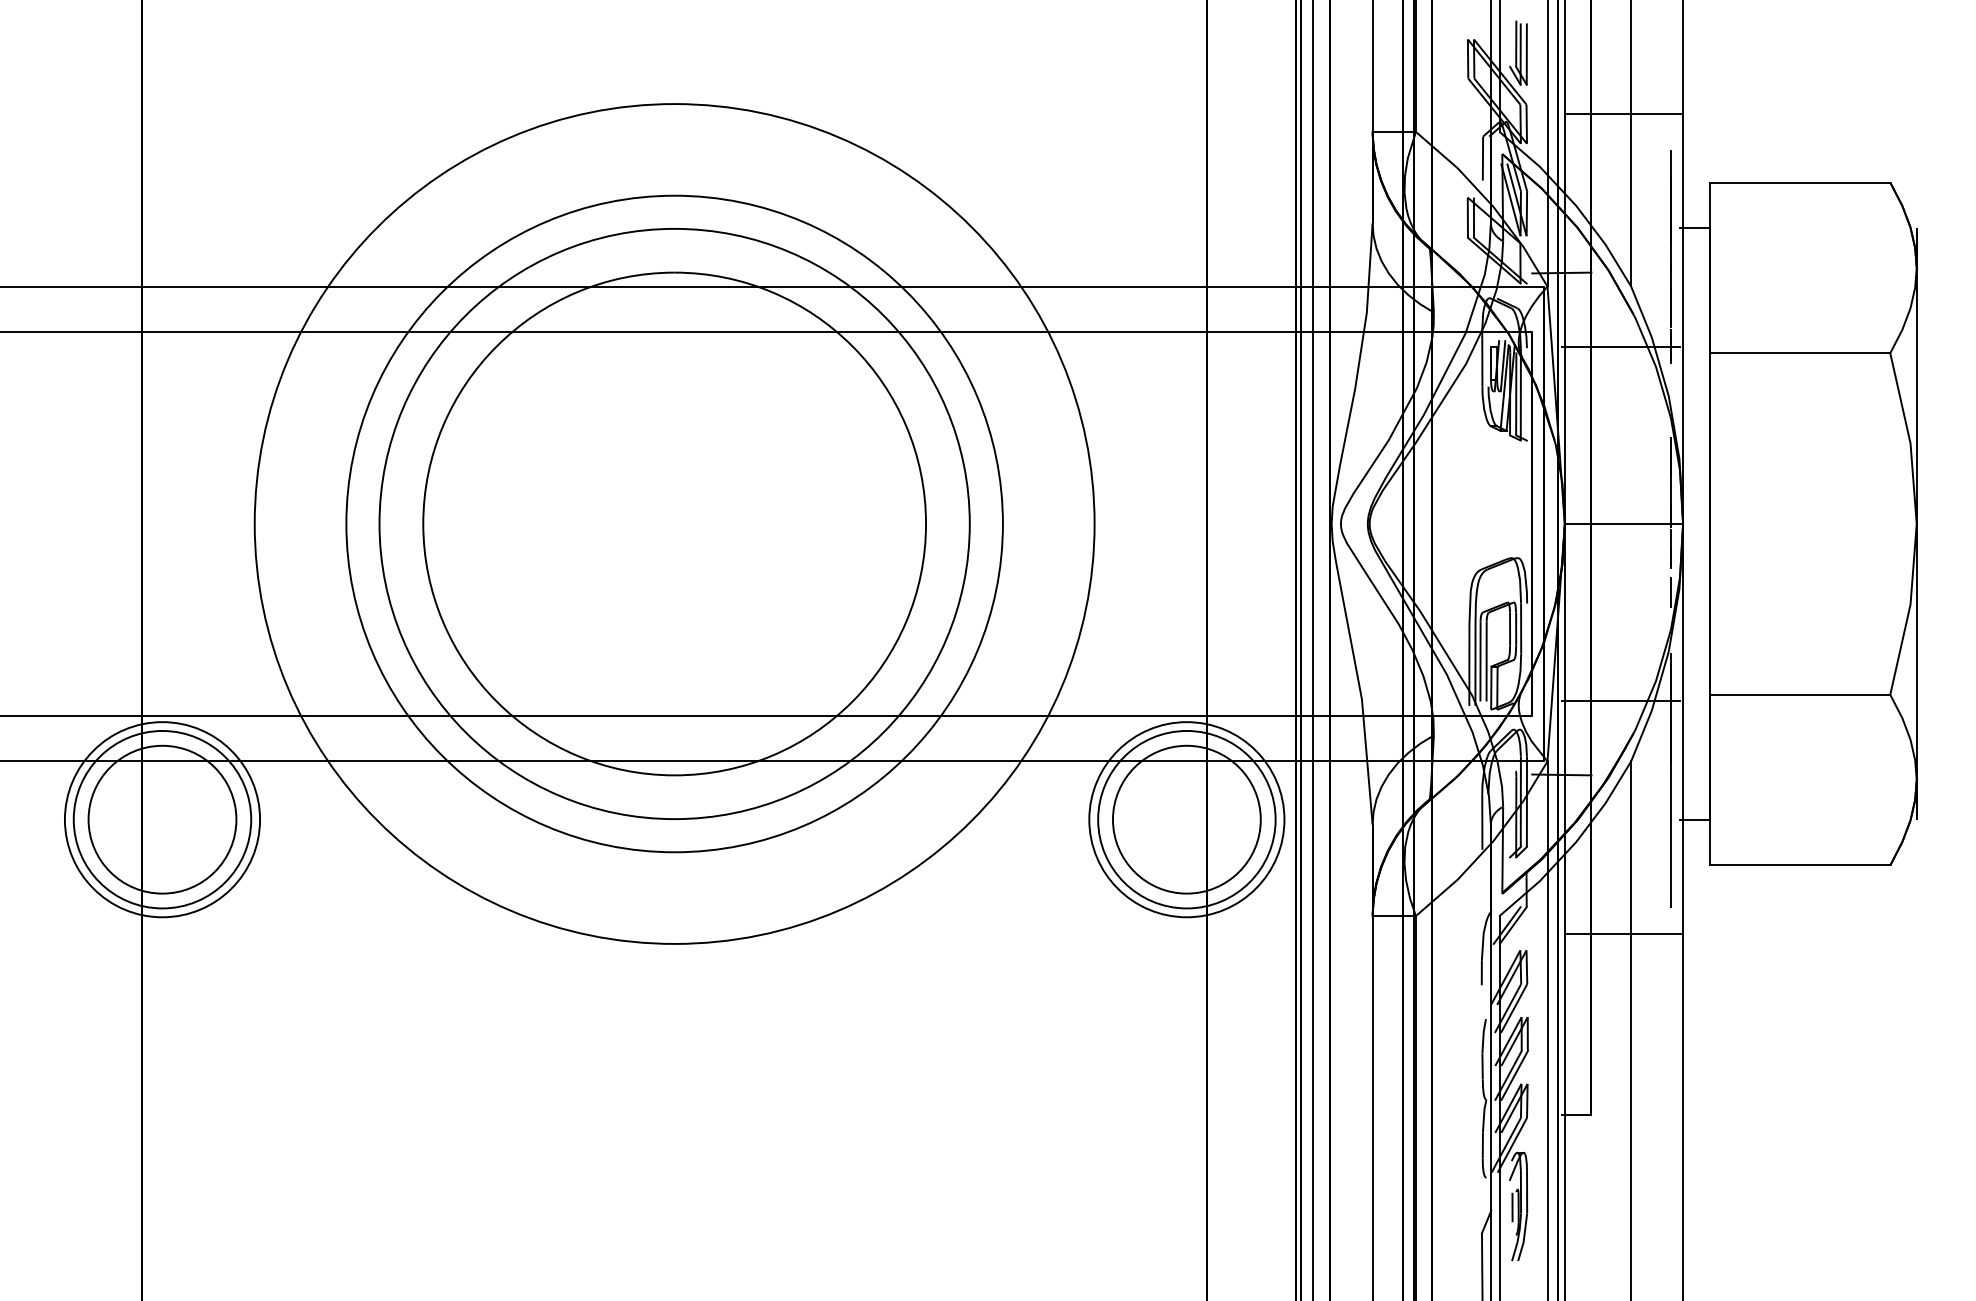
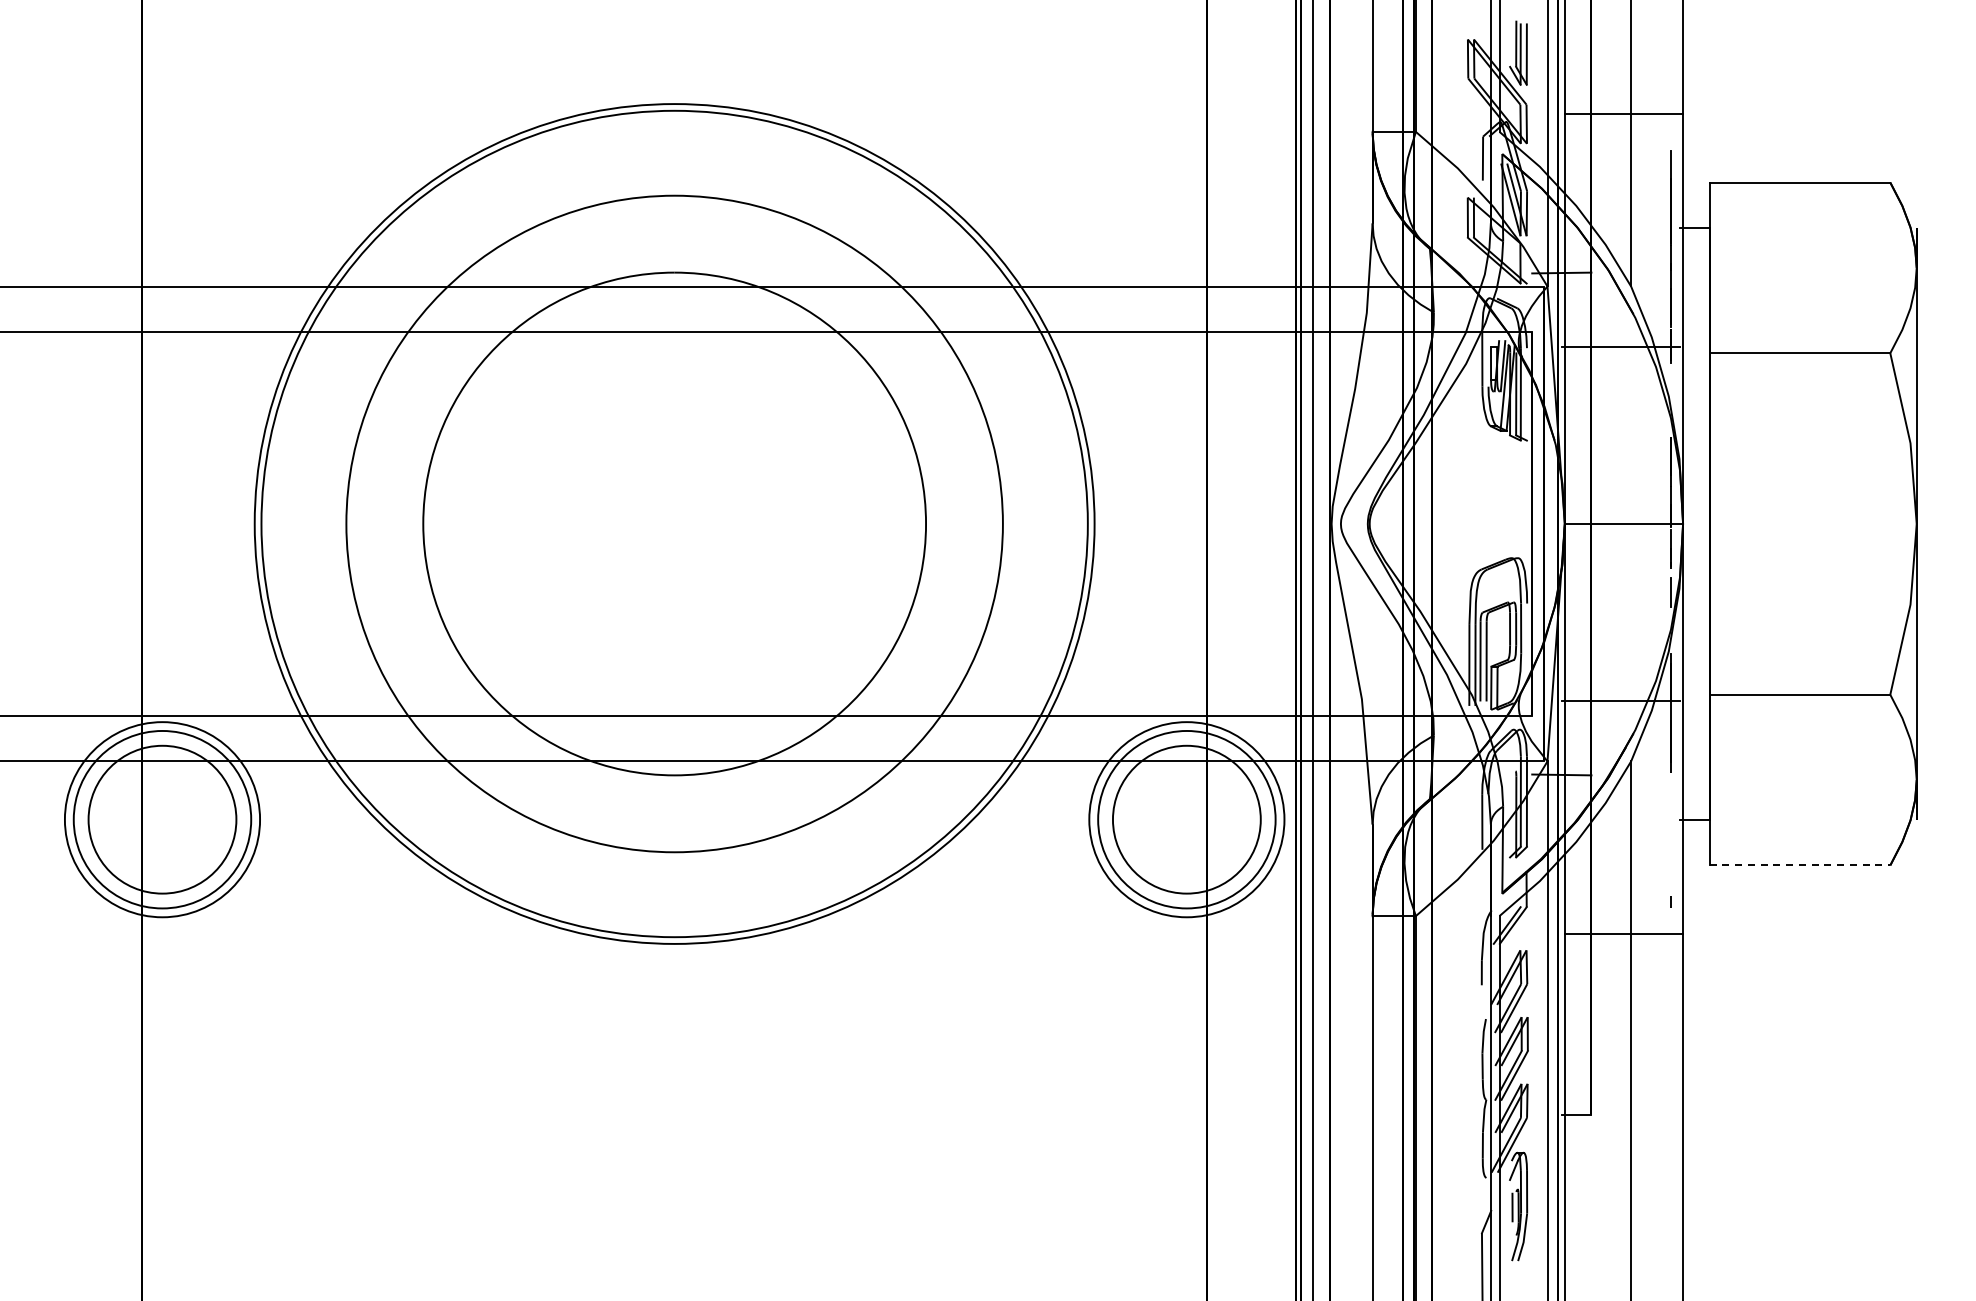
circle at (674, 523) diameter: 590 px -> 826 px
line at (1671, 834): present -> none
line at (1800, 865): solid -> dashed
